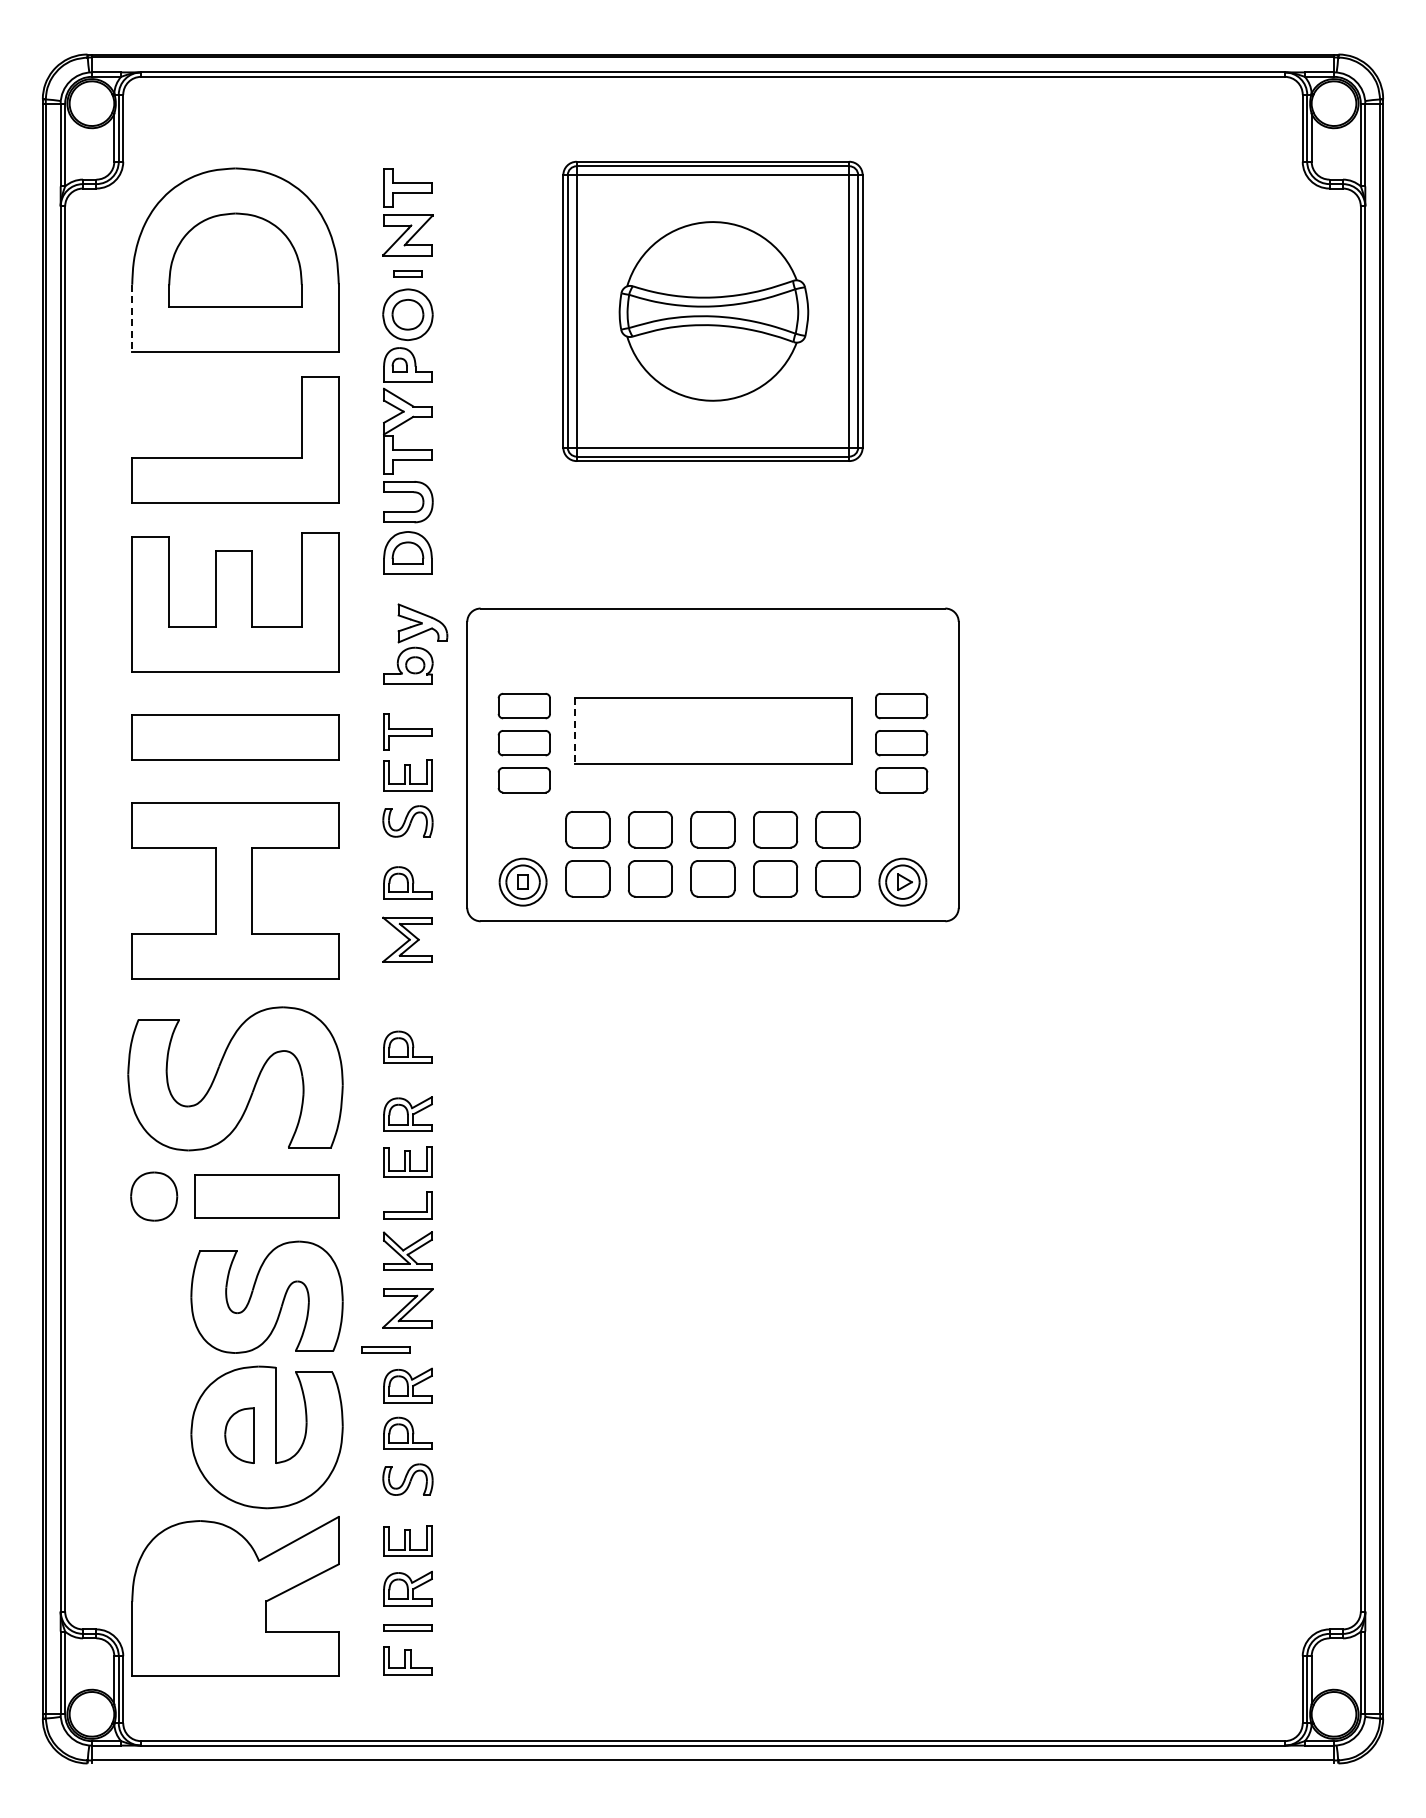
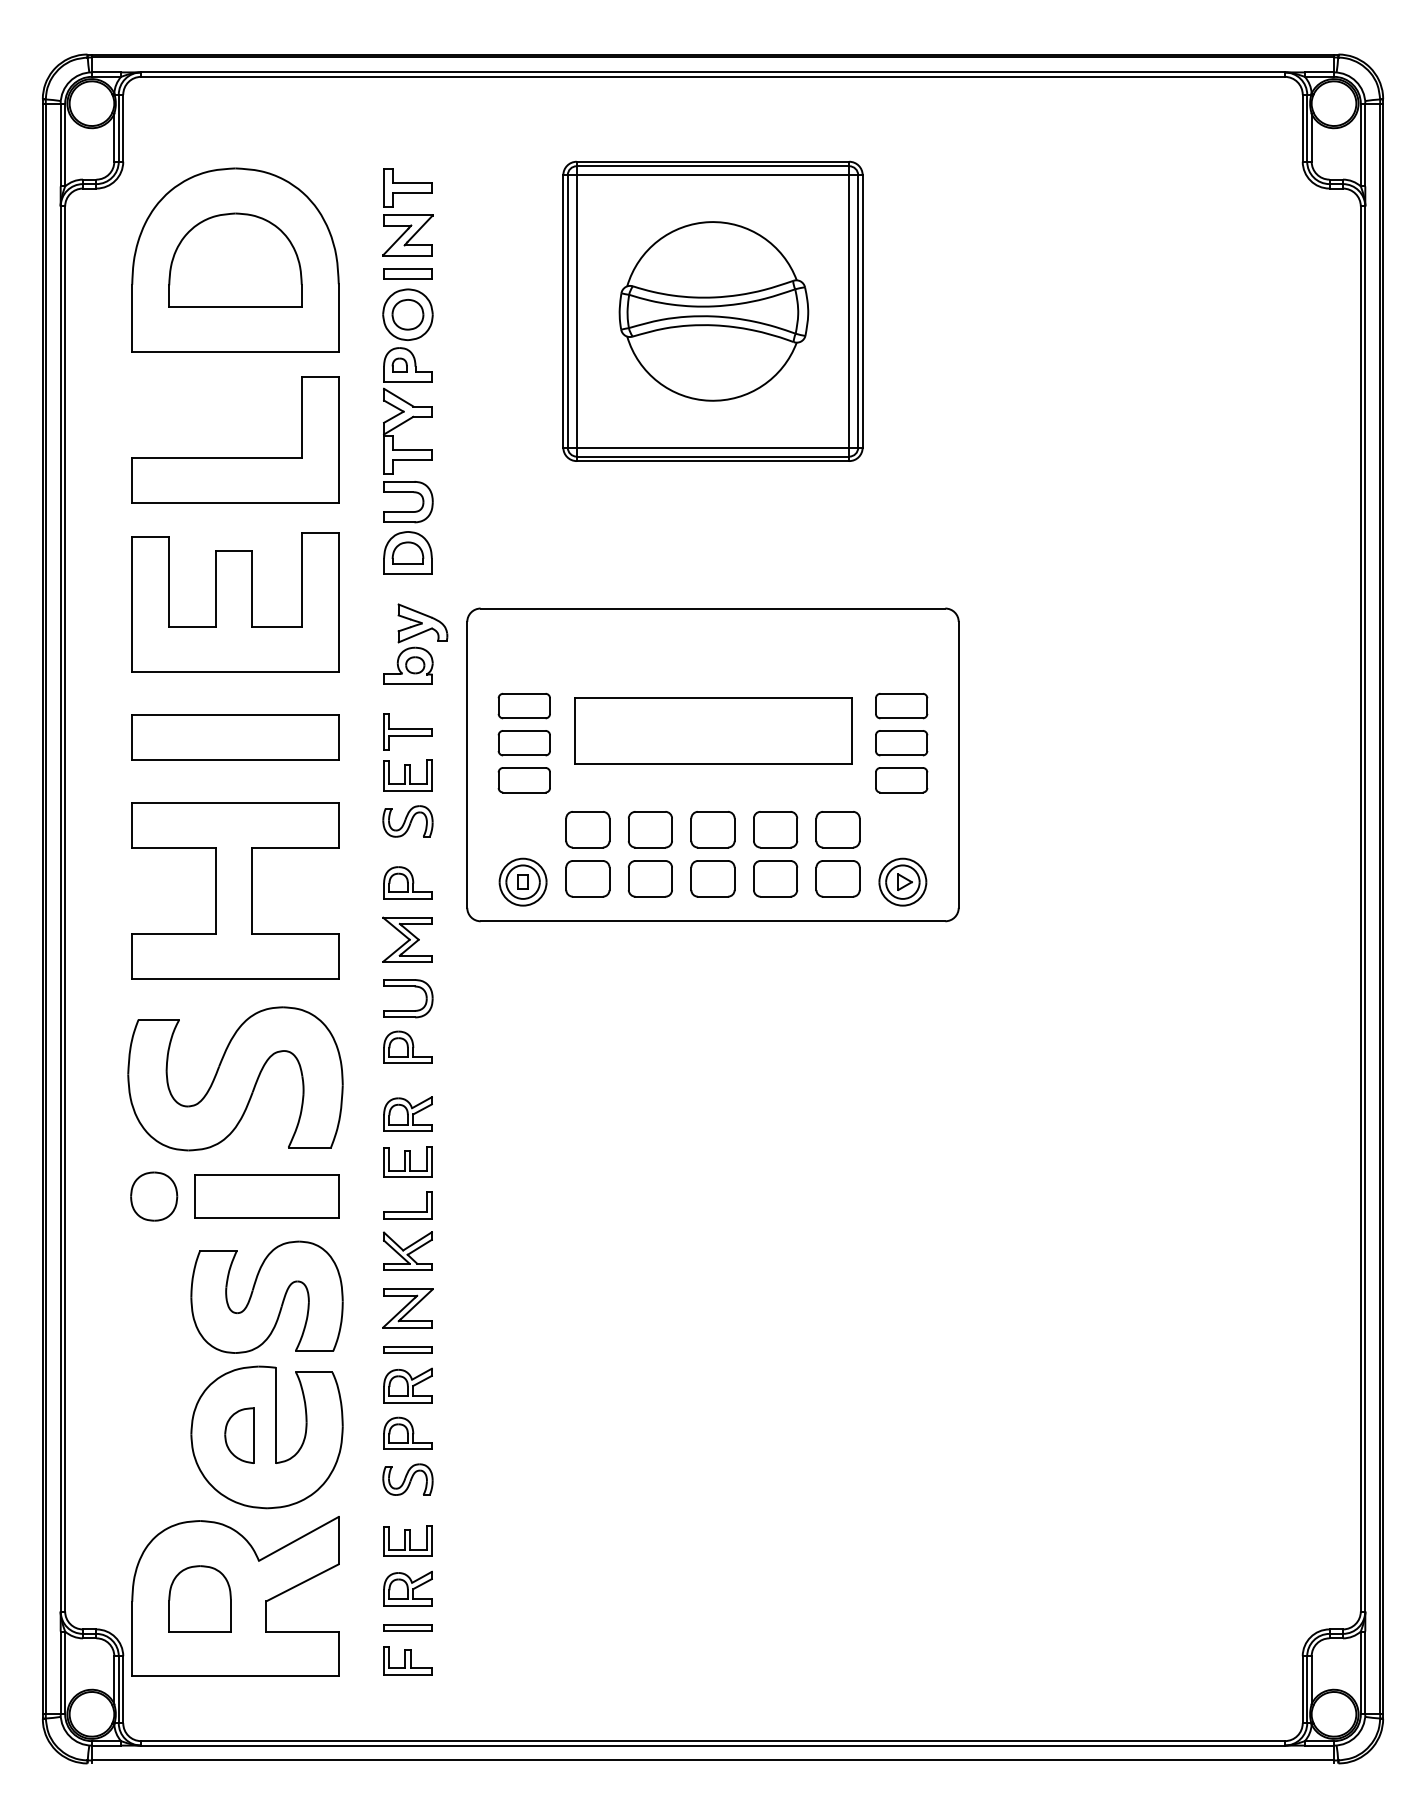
part at (407, 273) size: 30x8 px -> 50x12 px
line at (132, 318): dashed -> solid
line at (574, 731): dashed -> solid
part at (408, 986): none -> present
part at (385, 1349) position: (385, 1349) -> (407, 1349)
part at (199, 1598): none -> present
